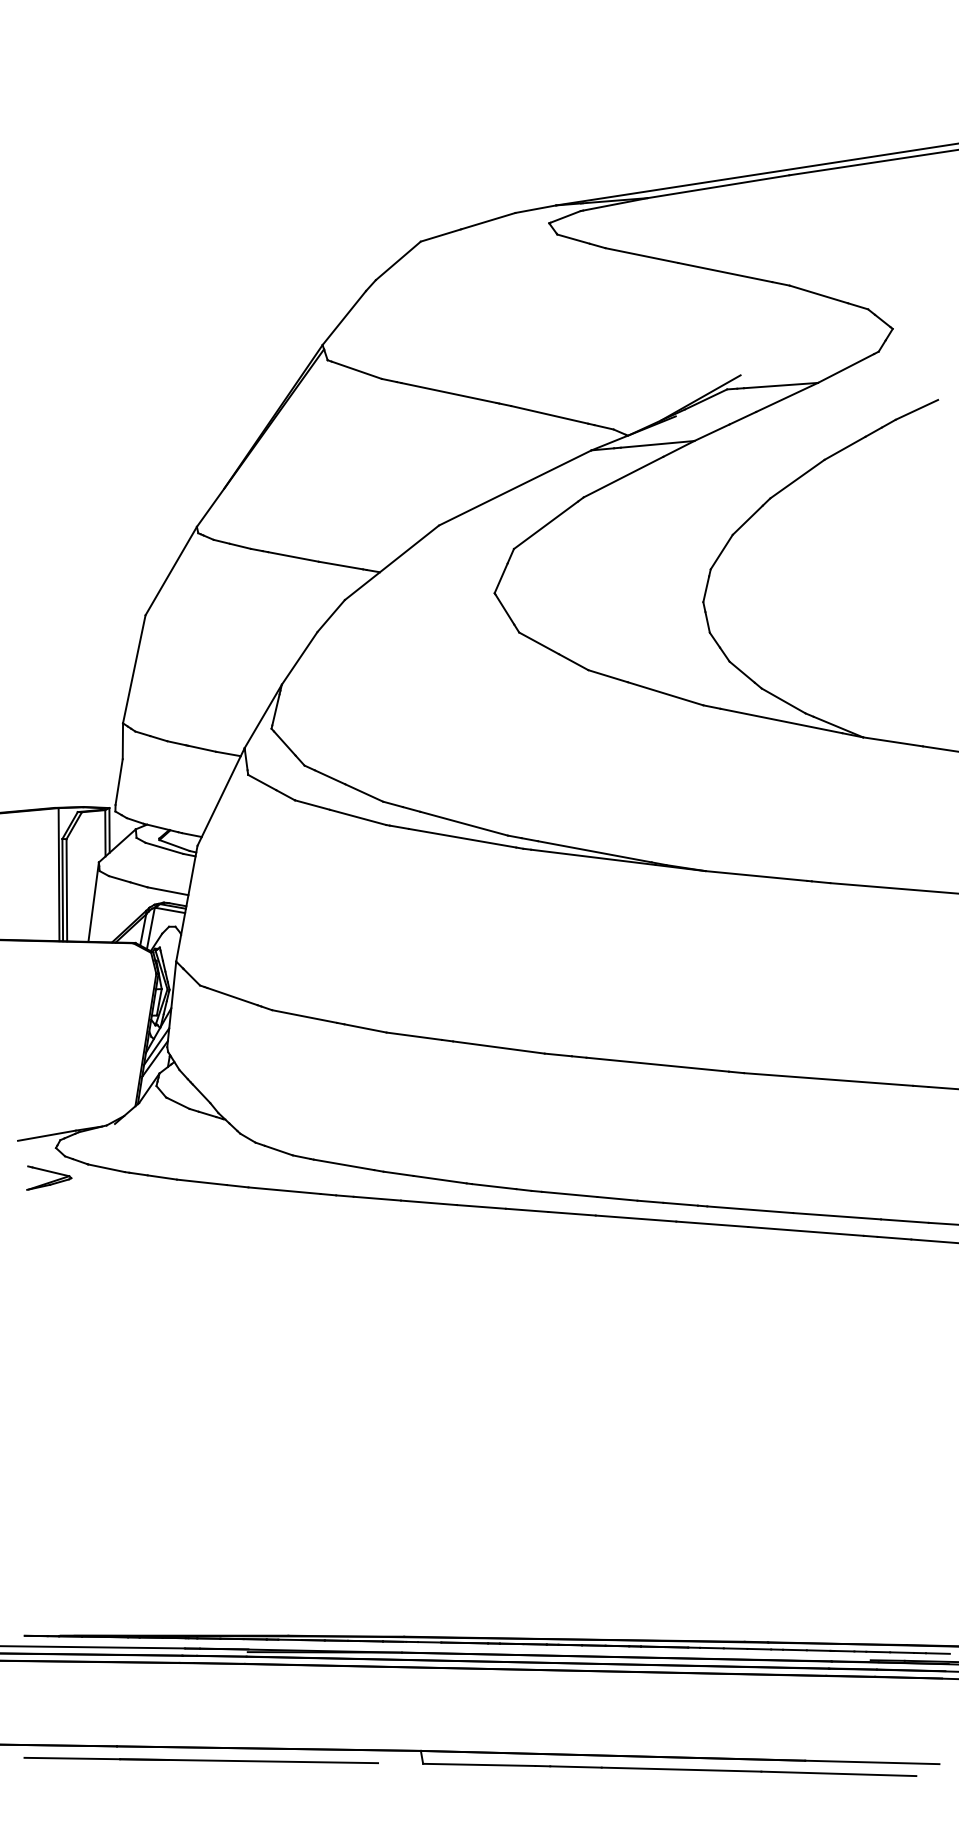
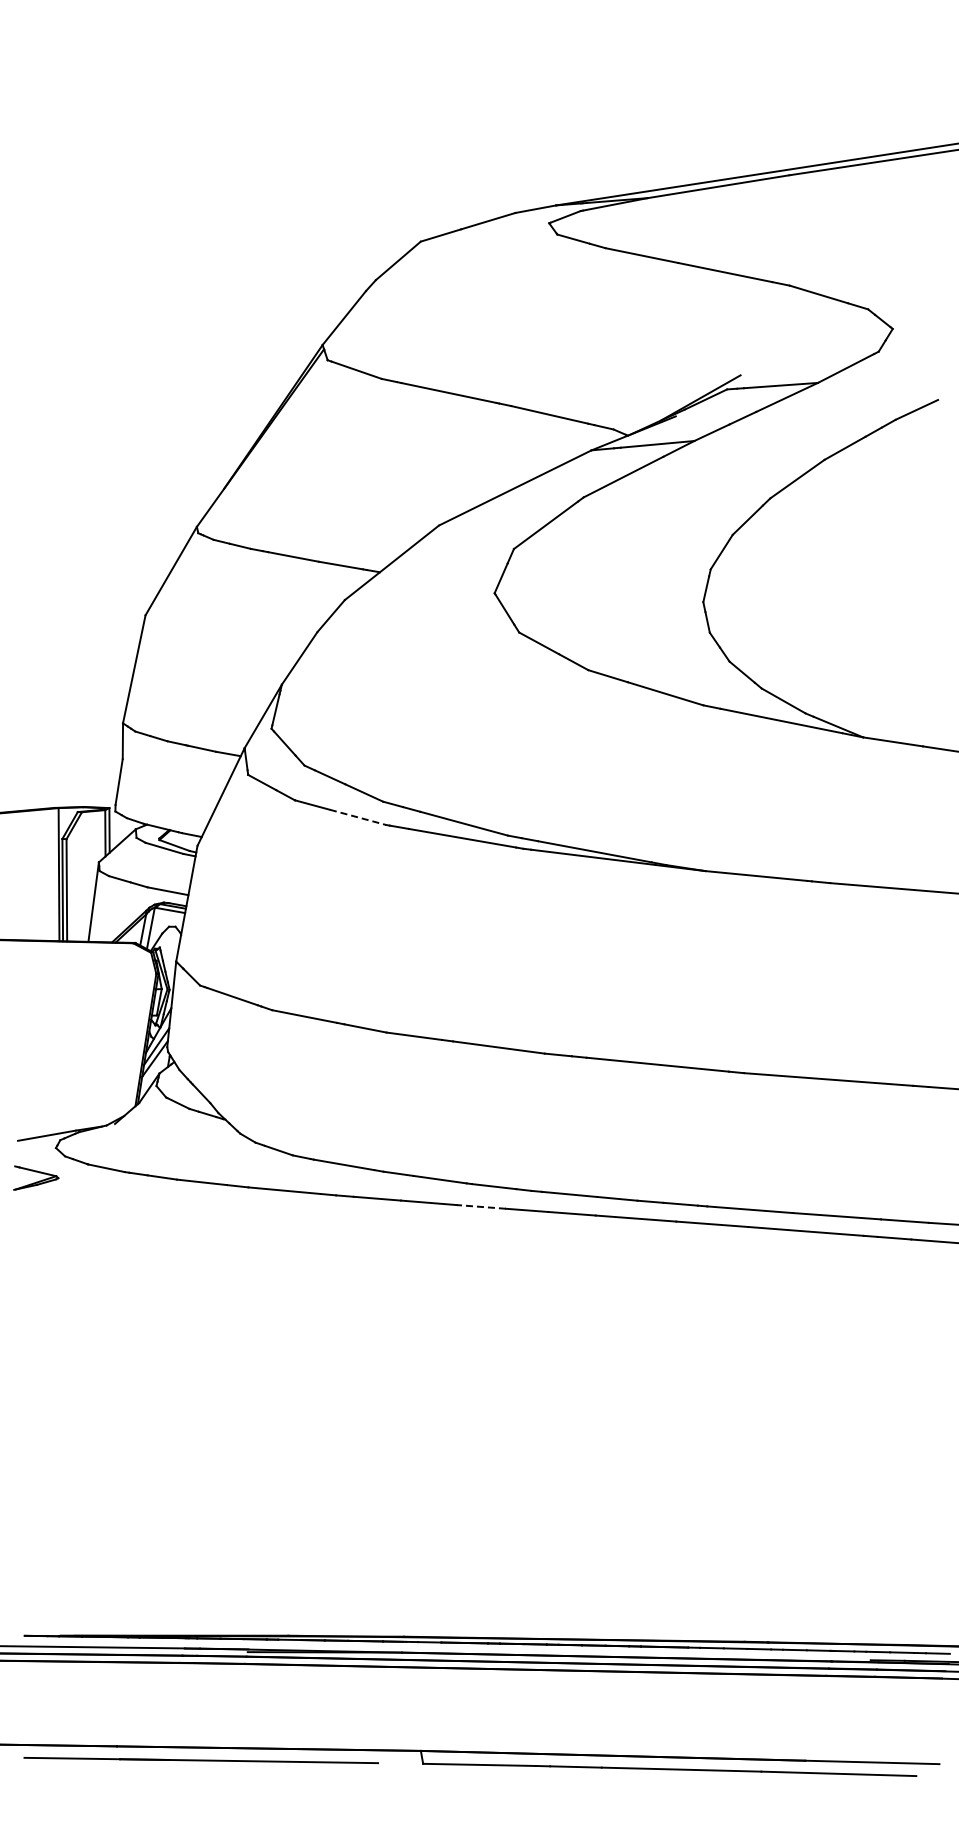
line at (358, 817): solid -> dashed
part at (49, 1177) position: (49, 1177) -> (36, 1177)
line at (481, 1206): solid -> dashed
